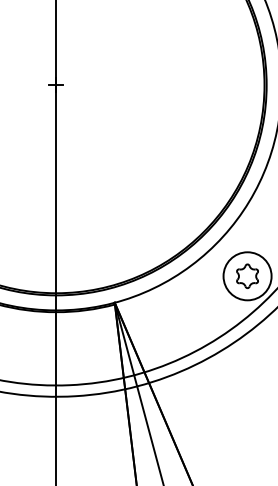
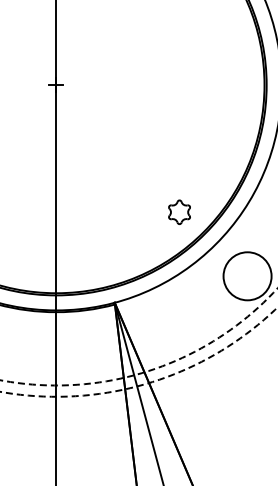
part at (247, 275) position: (247, 275) -> (179, 211)
arc at (154, 369): solid -> dashed
arc at (150, 382): solid -> dashed
